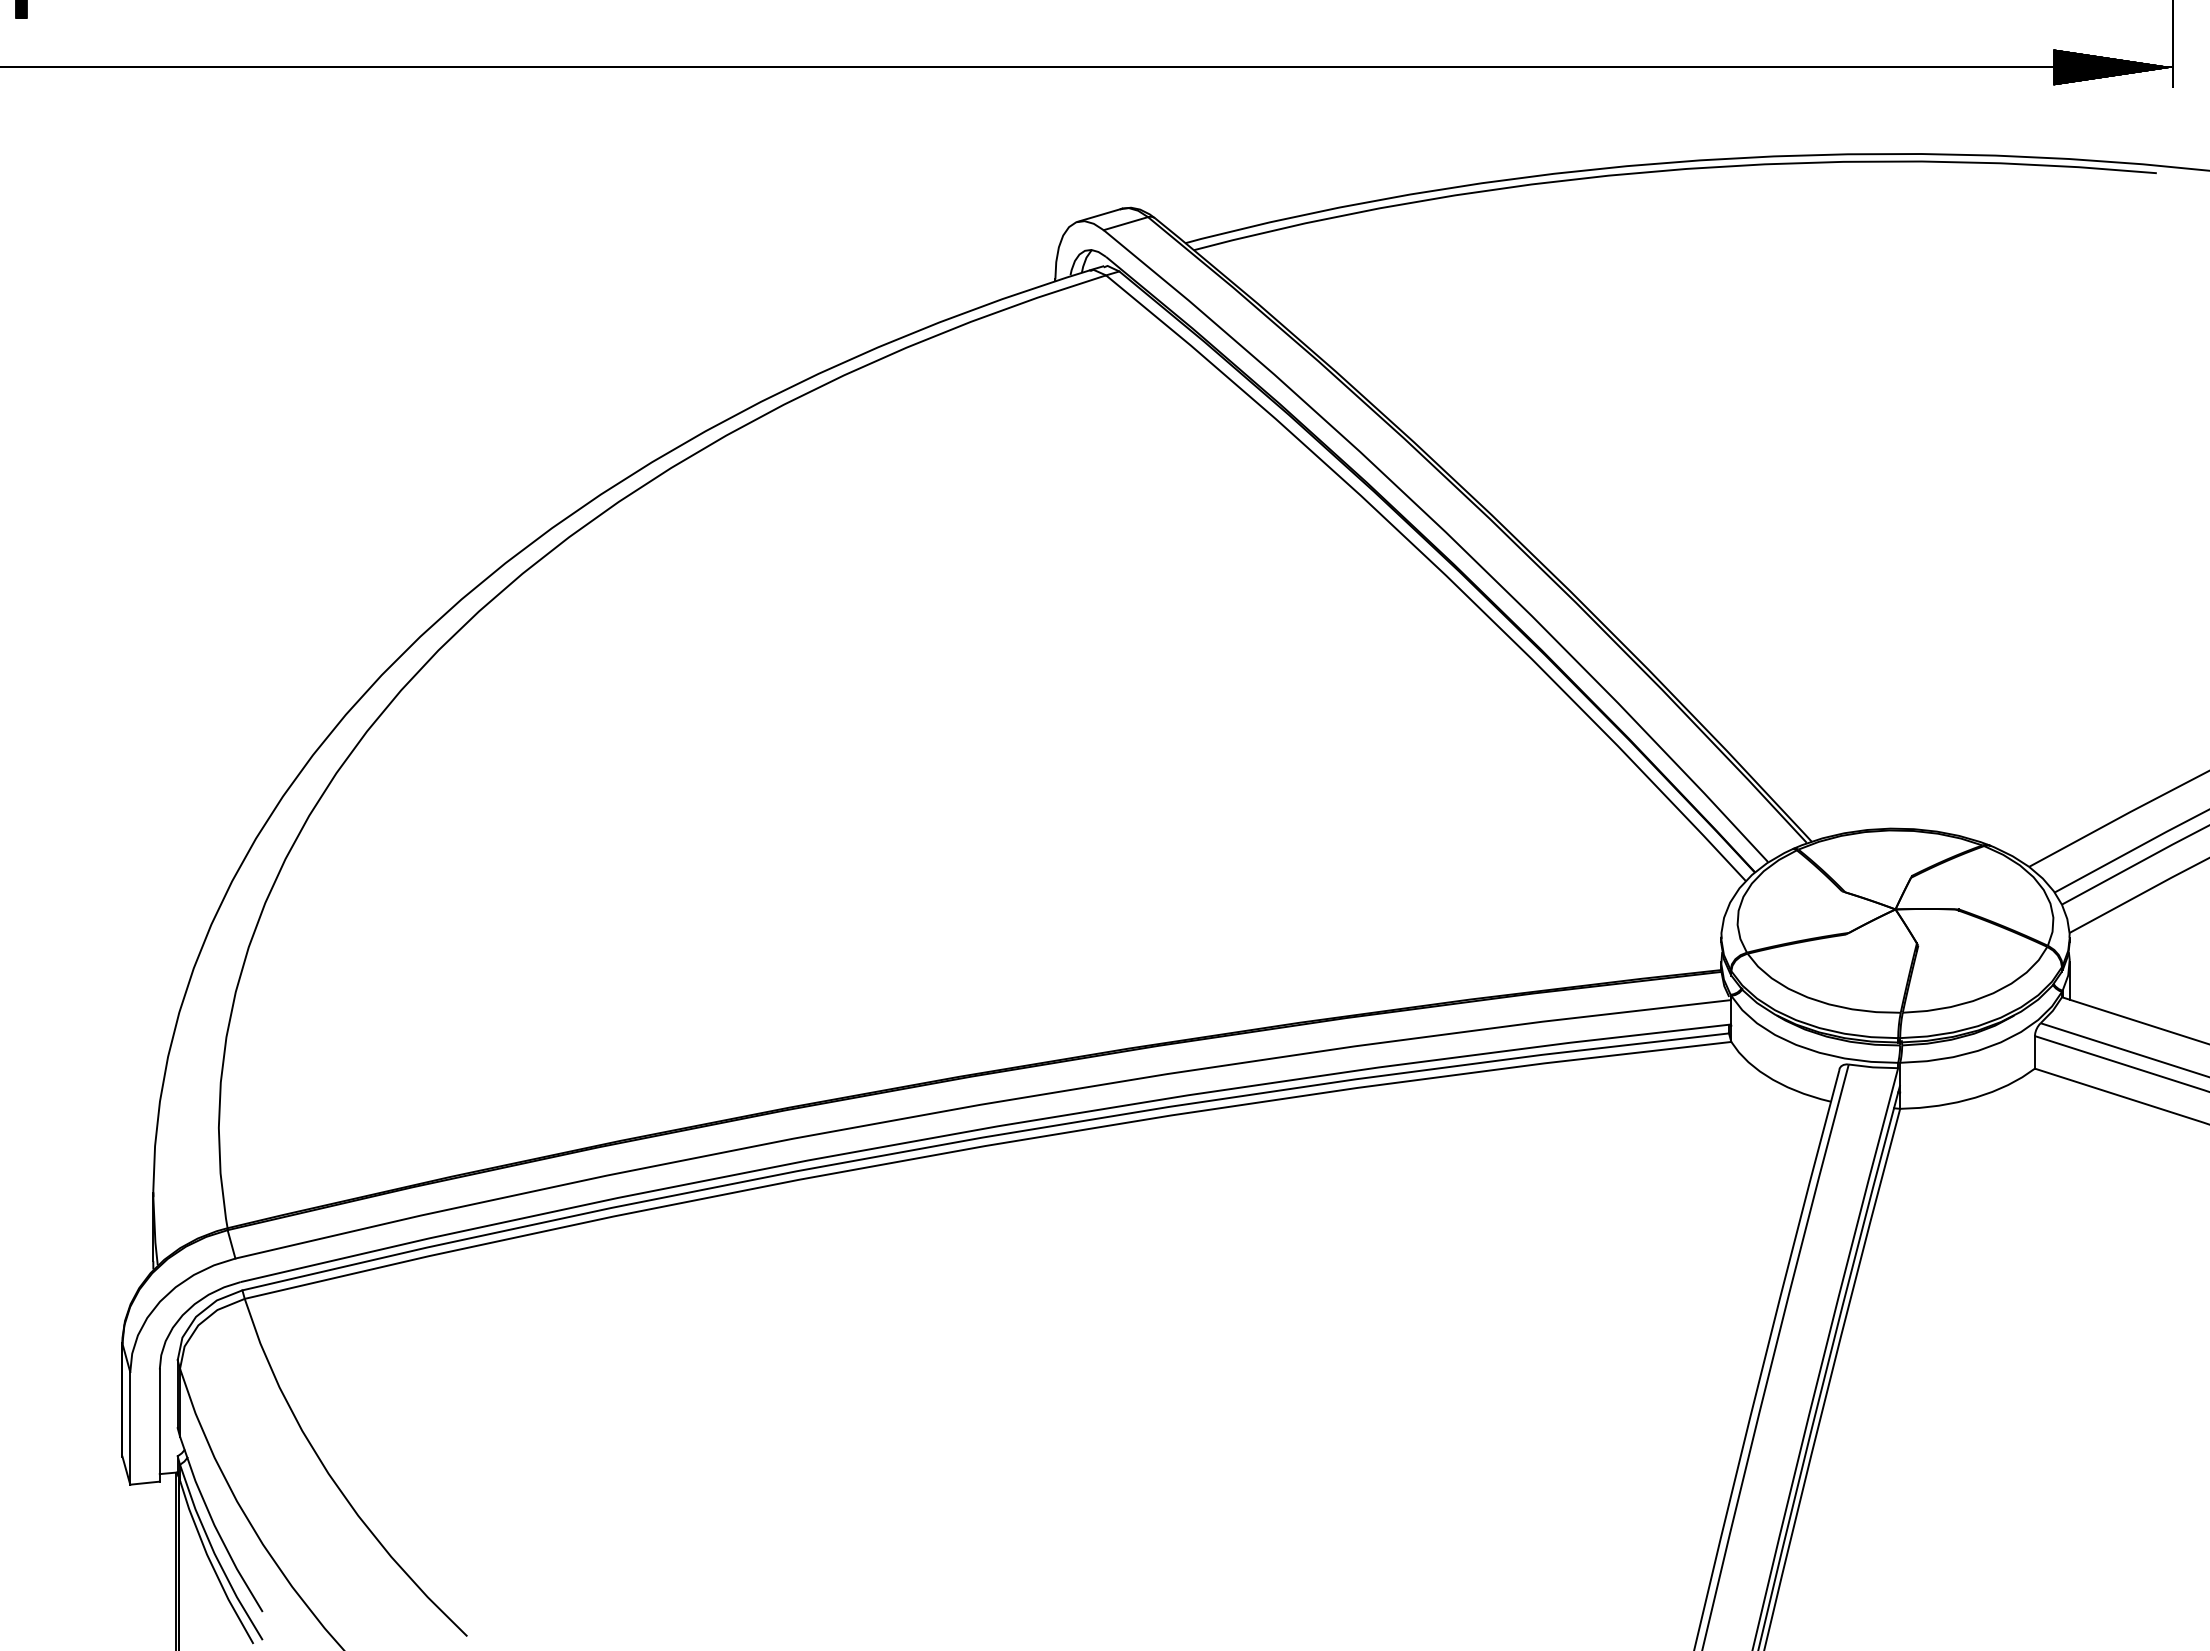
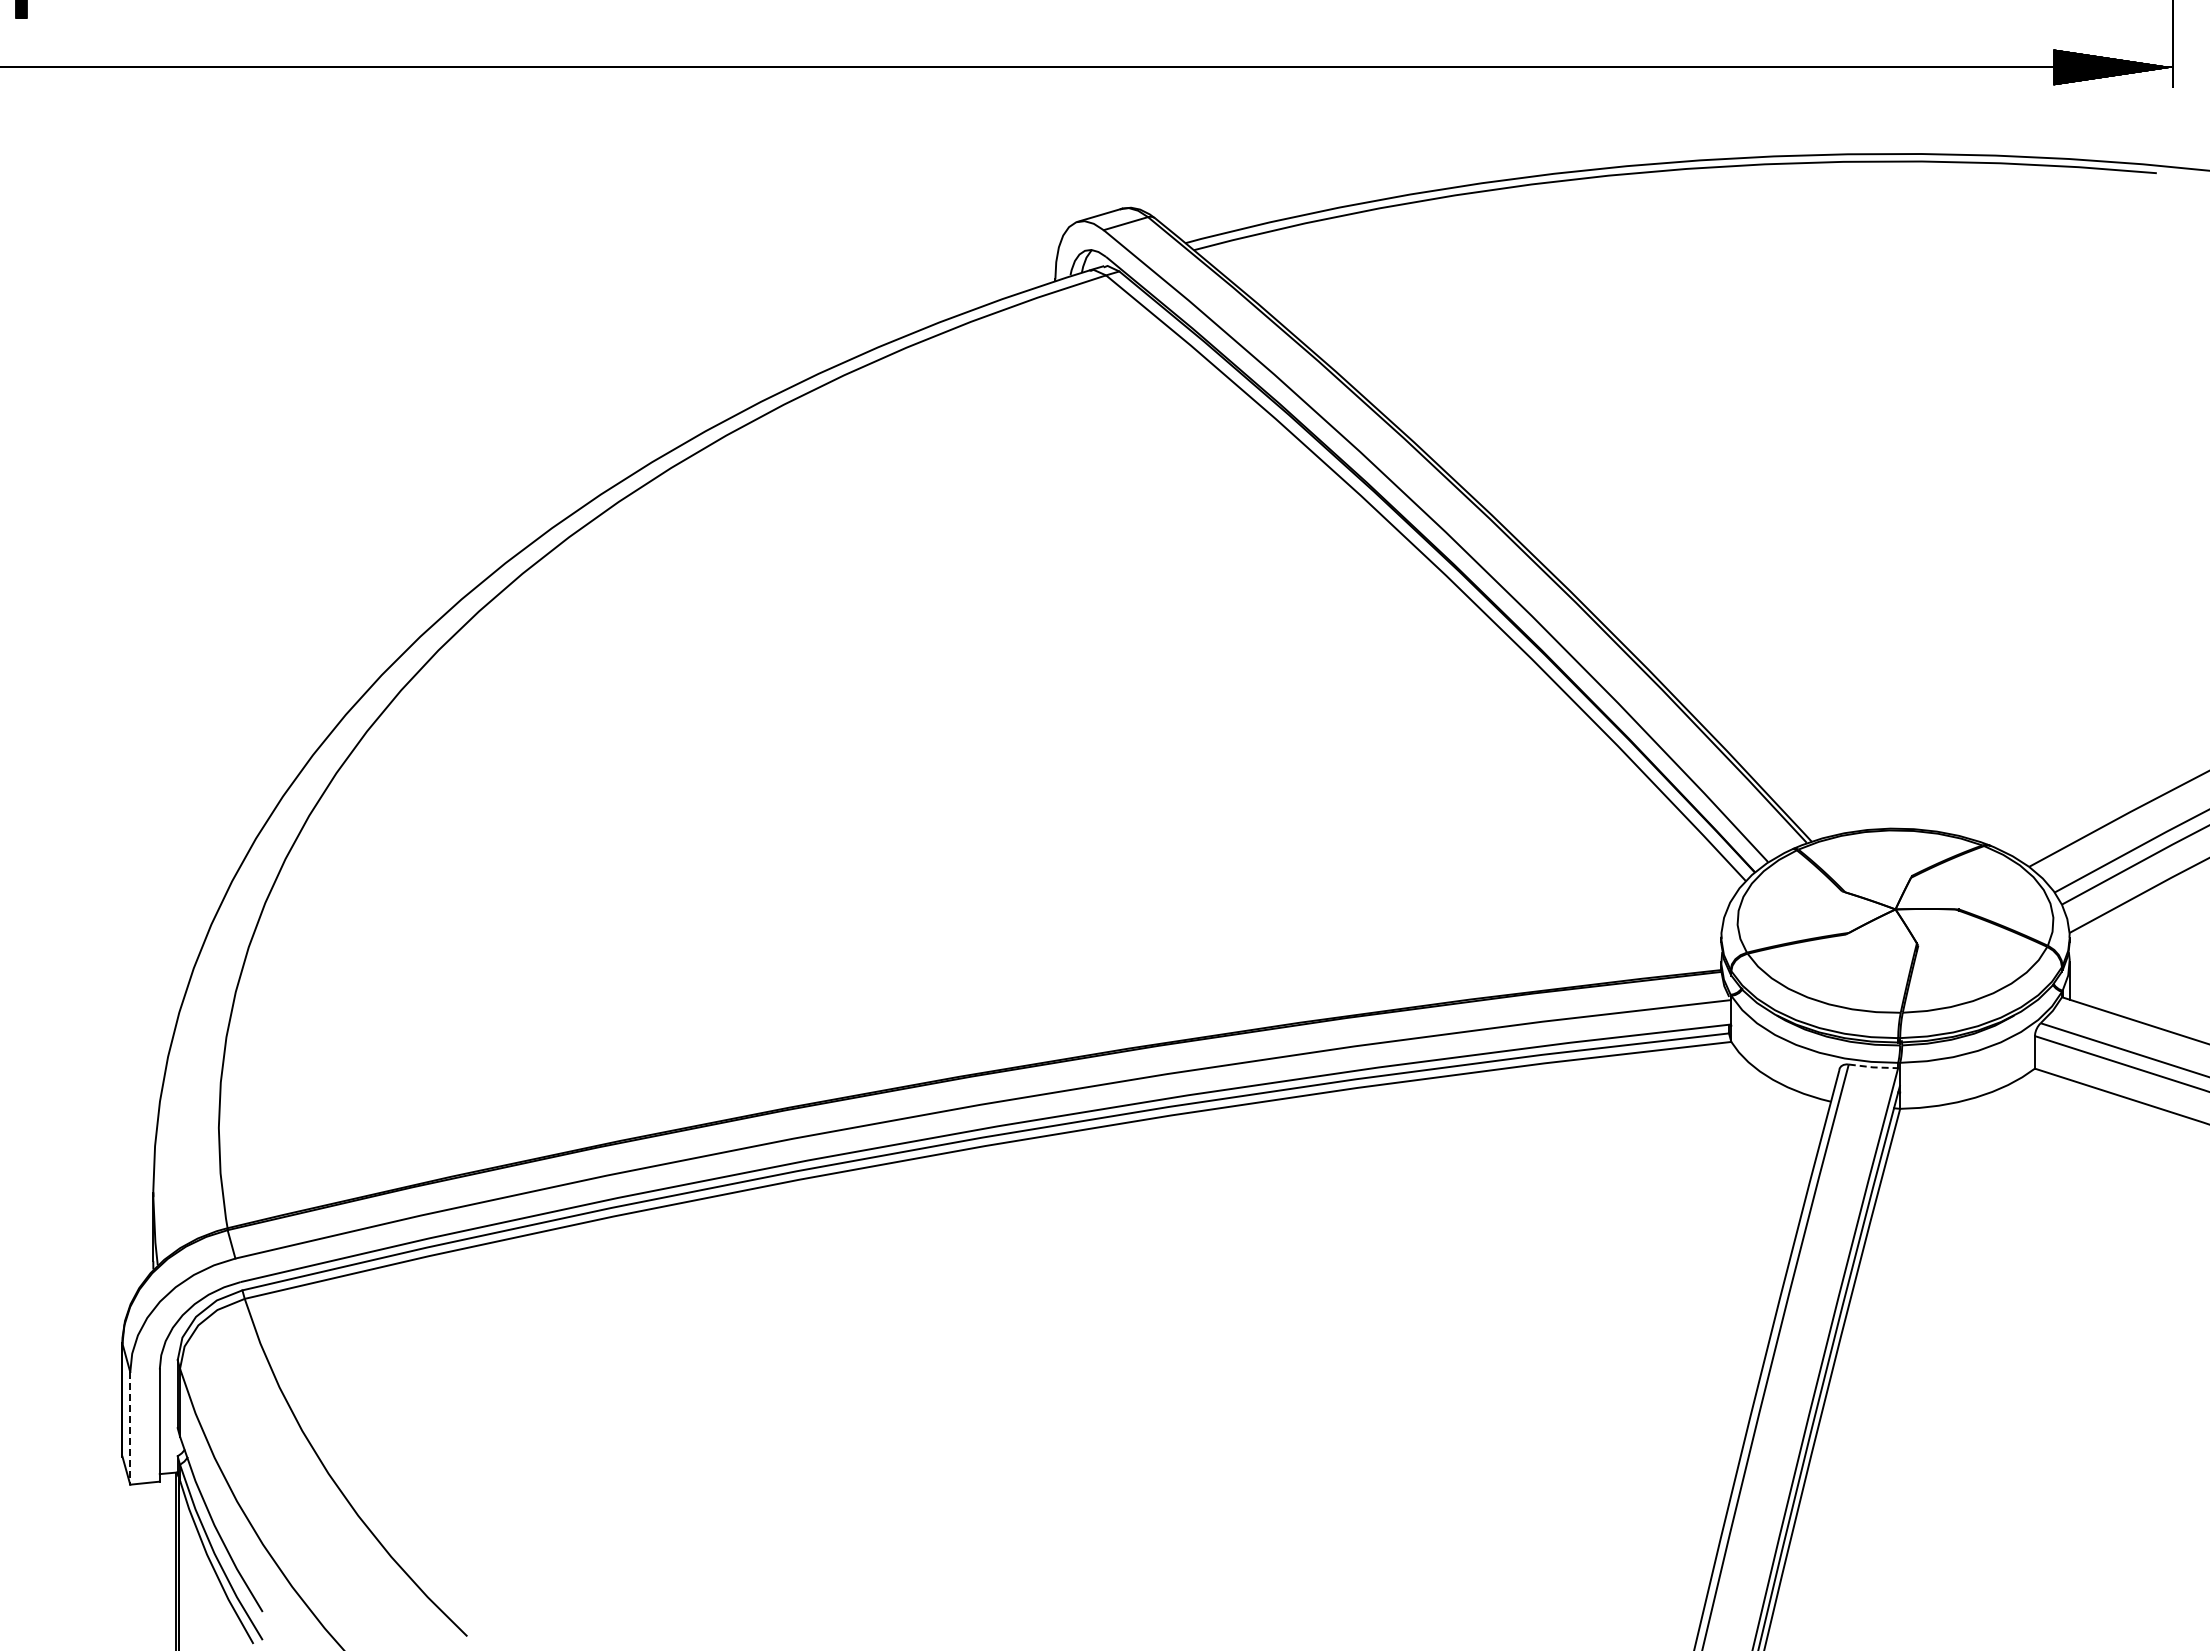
line at (1872, 1067): solid -> dashed
line at (130, 1428): solid -> dashed
